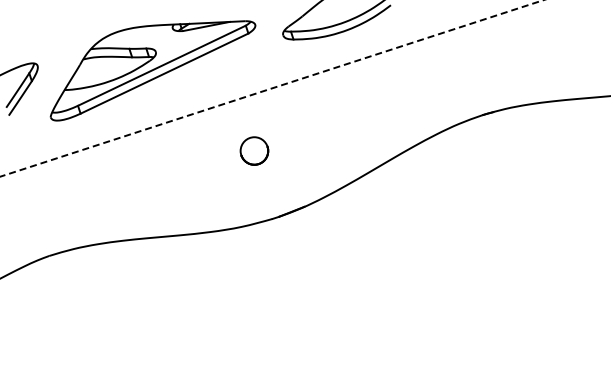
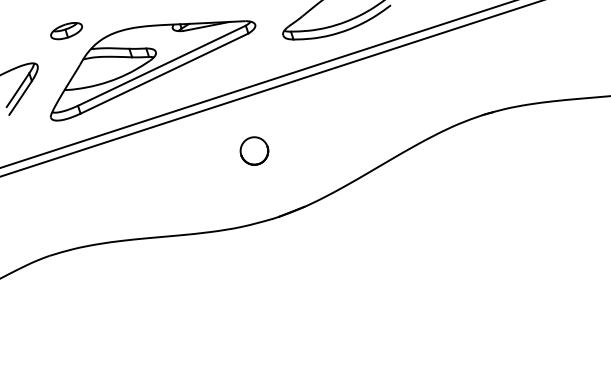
part at (66, 31): none -> present
line at (256, 84): none -> present
line at (272, 88): dashed -> solid
